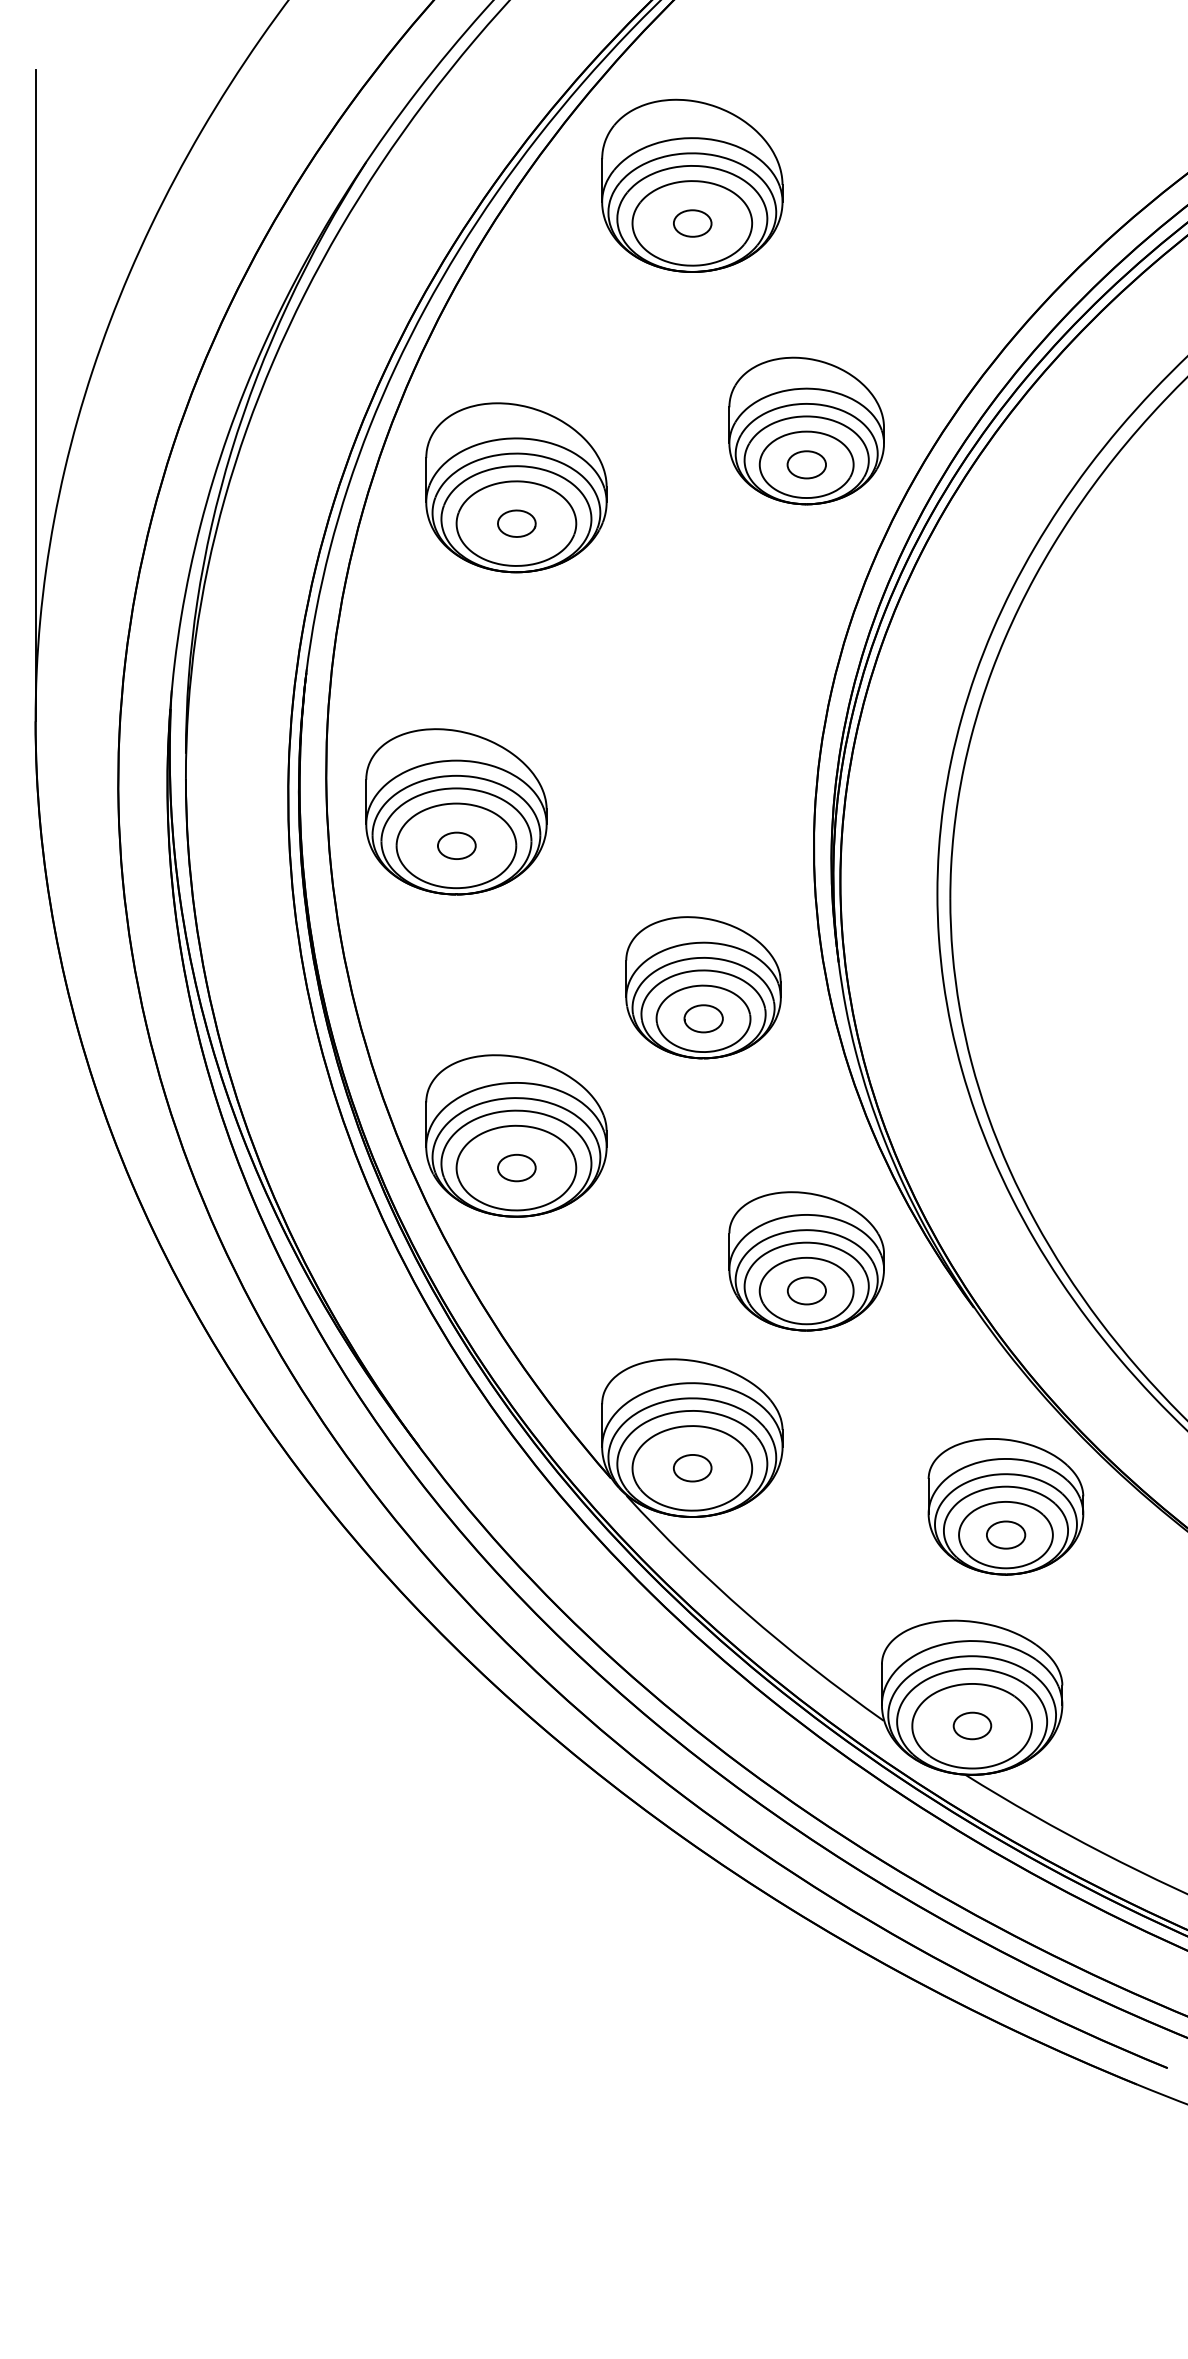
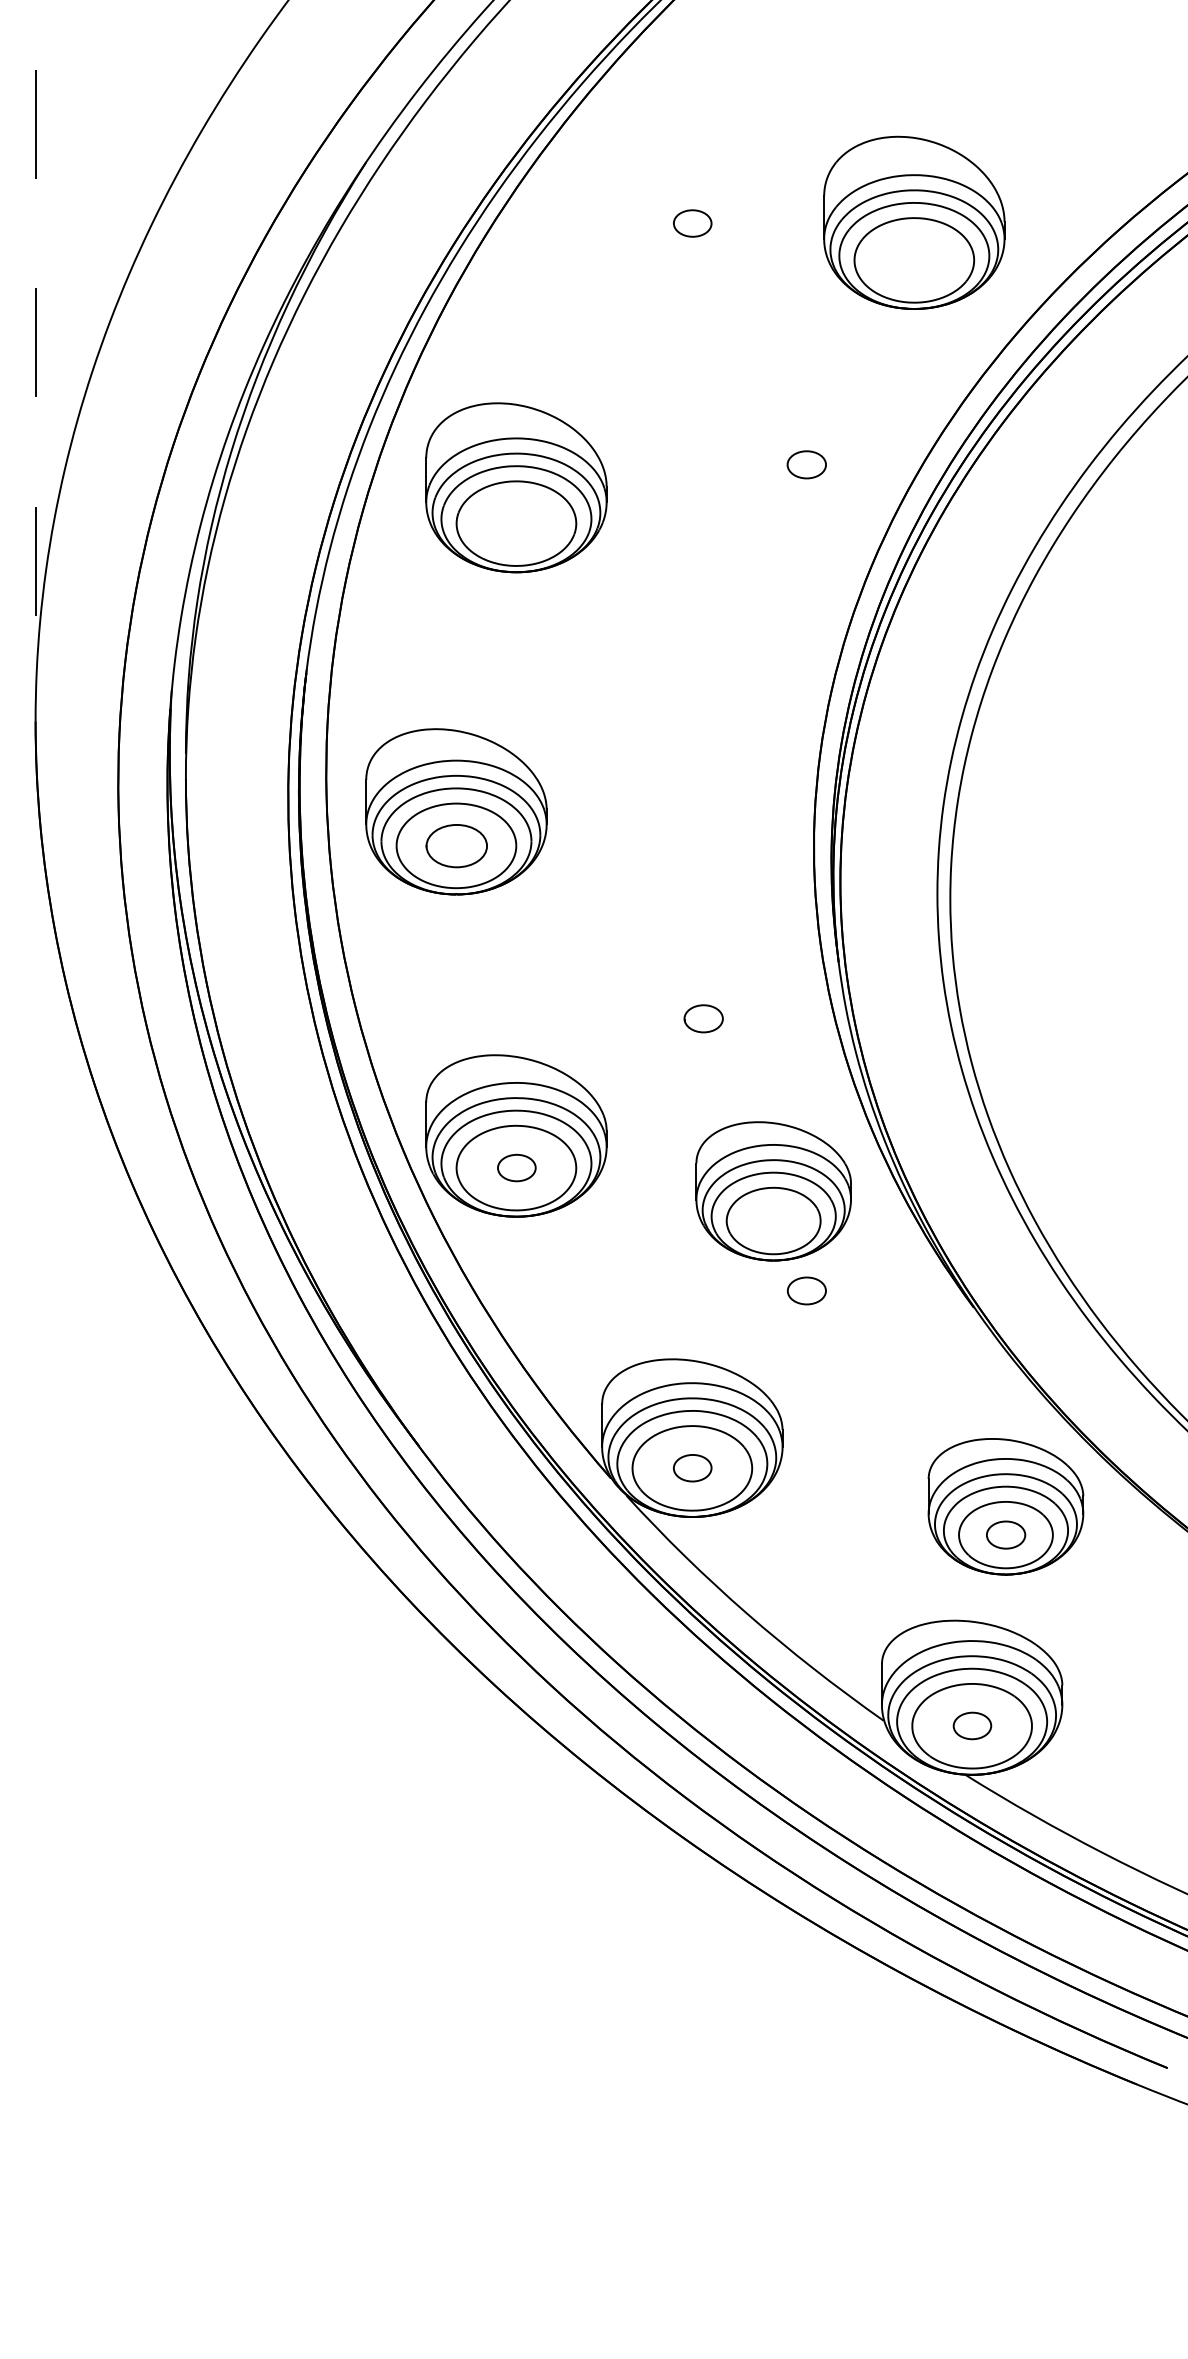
part at (692, 185) position: (692, 185) -> (914, 222)
line at (35, 395): solid -> dashed
part at (806, 430): present -> none
part at (516, 523): present -> none
part at (456, 845) size: 40x29 px -> 63x45 px
part at (703, 987): present -> none
part at (806, 1261) position: (806, 1261) -> (773, 1191)
